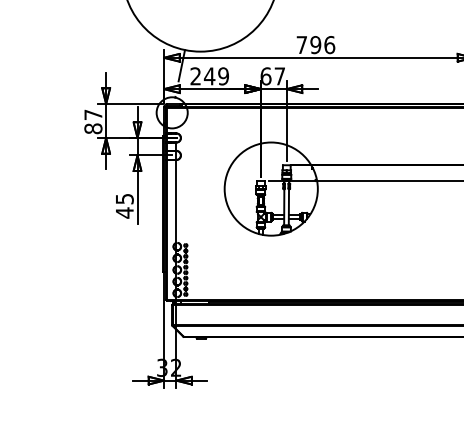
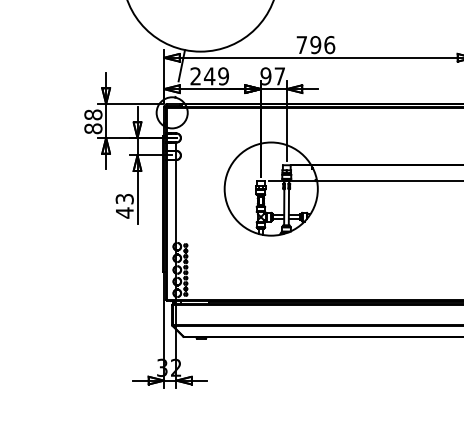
text at (265, 76): 67 -> 97
text at (93, 114): 87 -> 88
text at (124, 198): 45 -> 43
